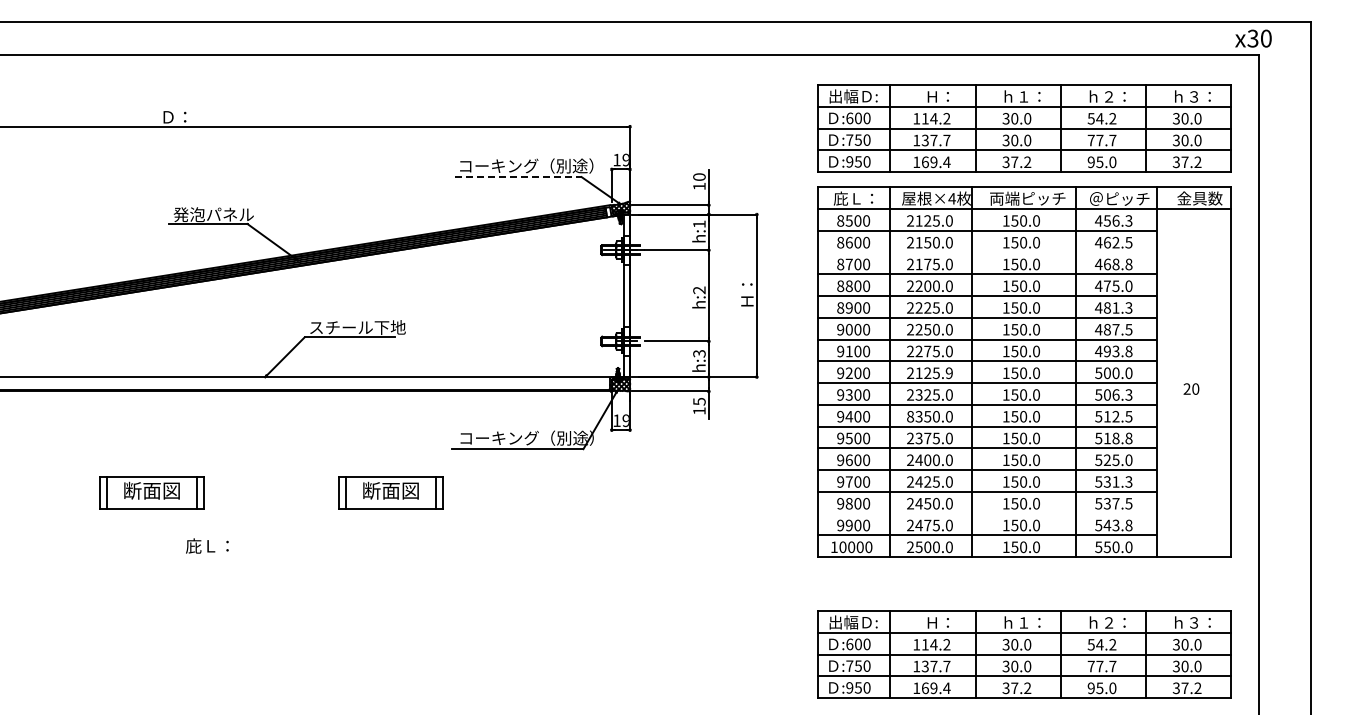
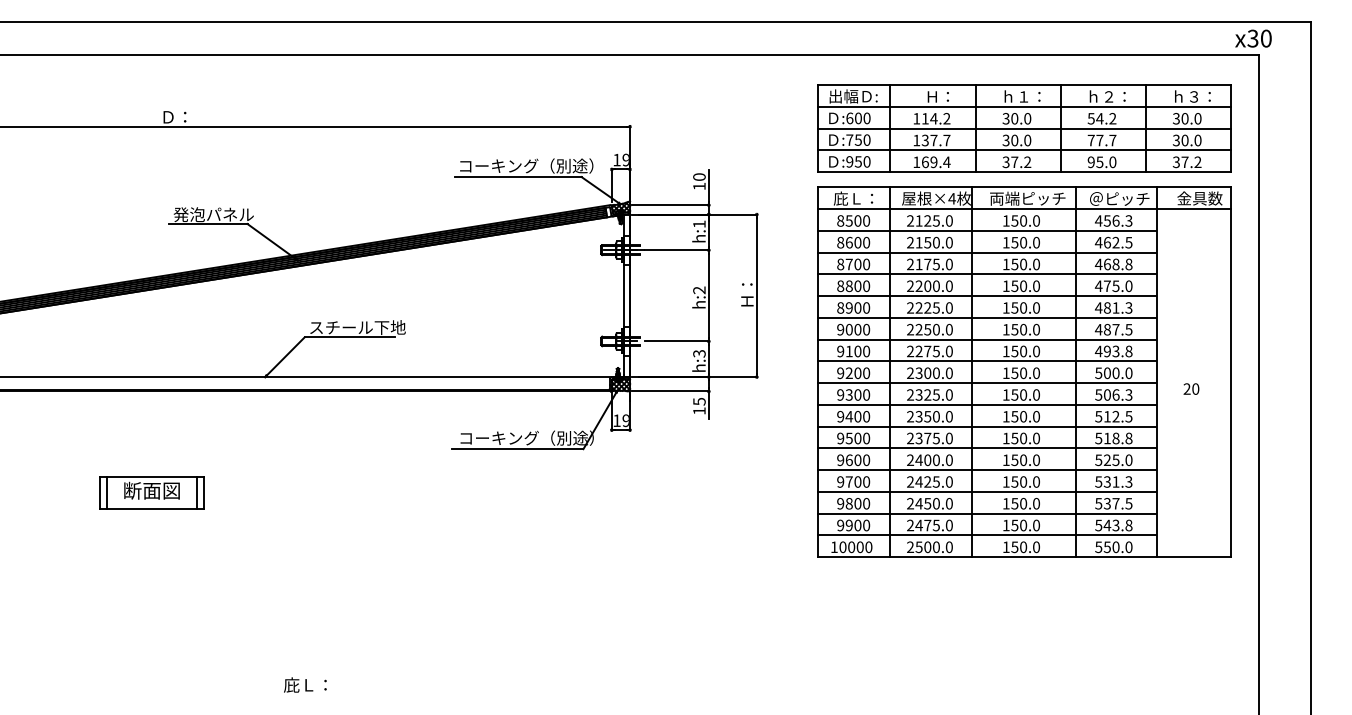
line at (518, 177): dashed -> solid
line at (986, 252): none -> present
text at (933, 373): 2125.9 -> 2300.0
text at (910, 416): 8350.0 -> 2350.0
part at (390, 492): present -> none
line at (986, 513): none -> present
text at (207, 545) position: (207, 545) -> (305, 684)
part at (1024, 654): present -> none
